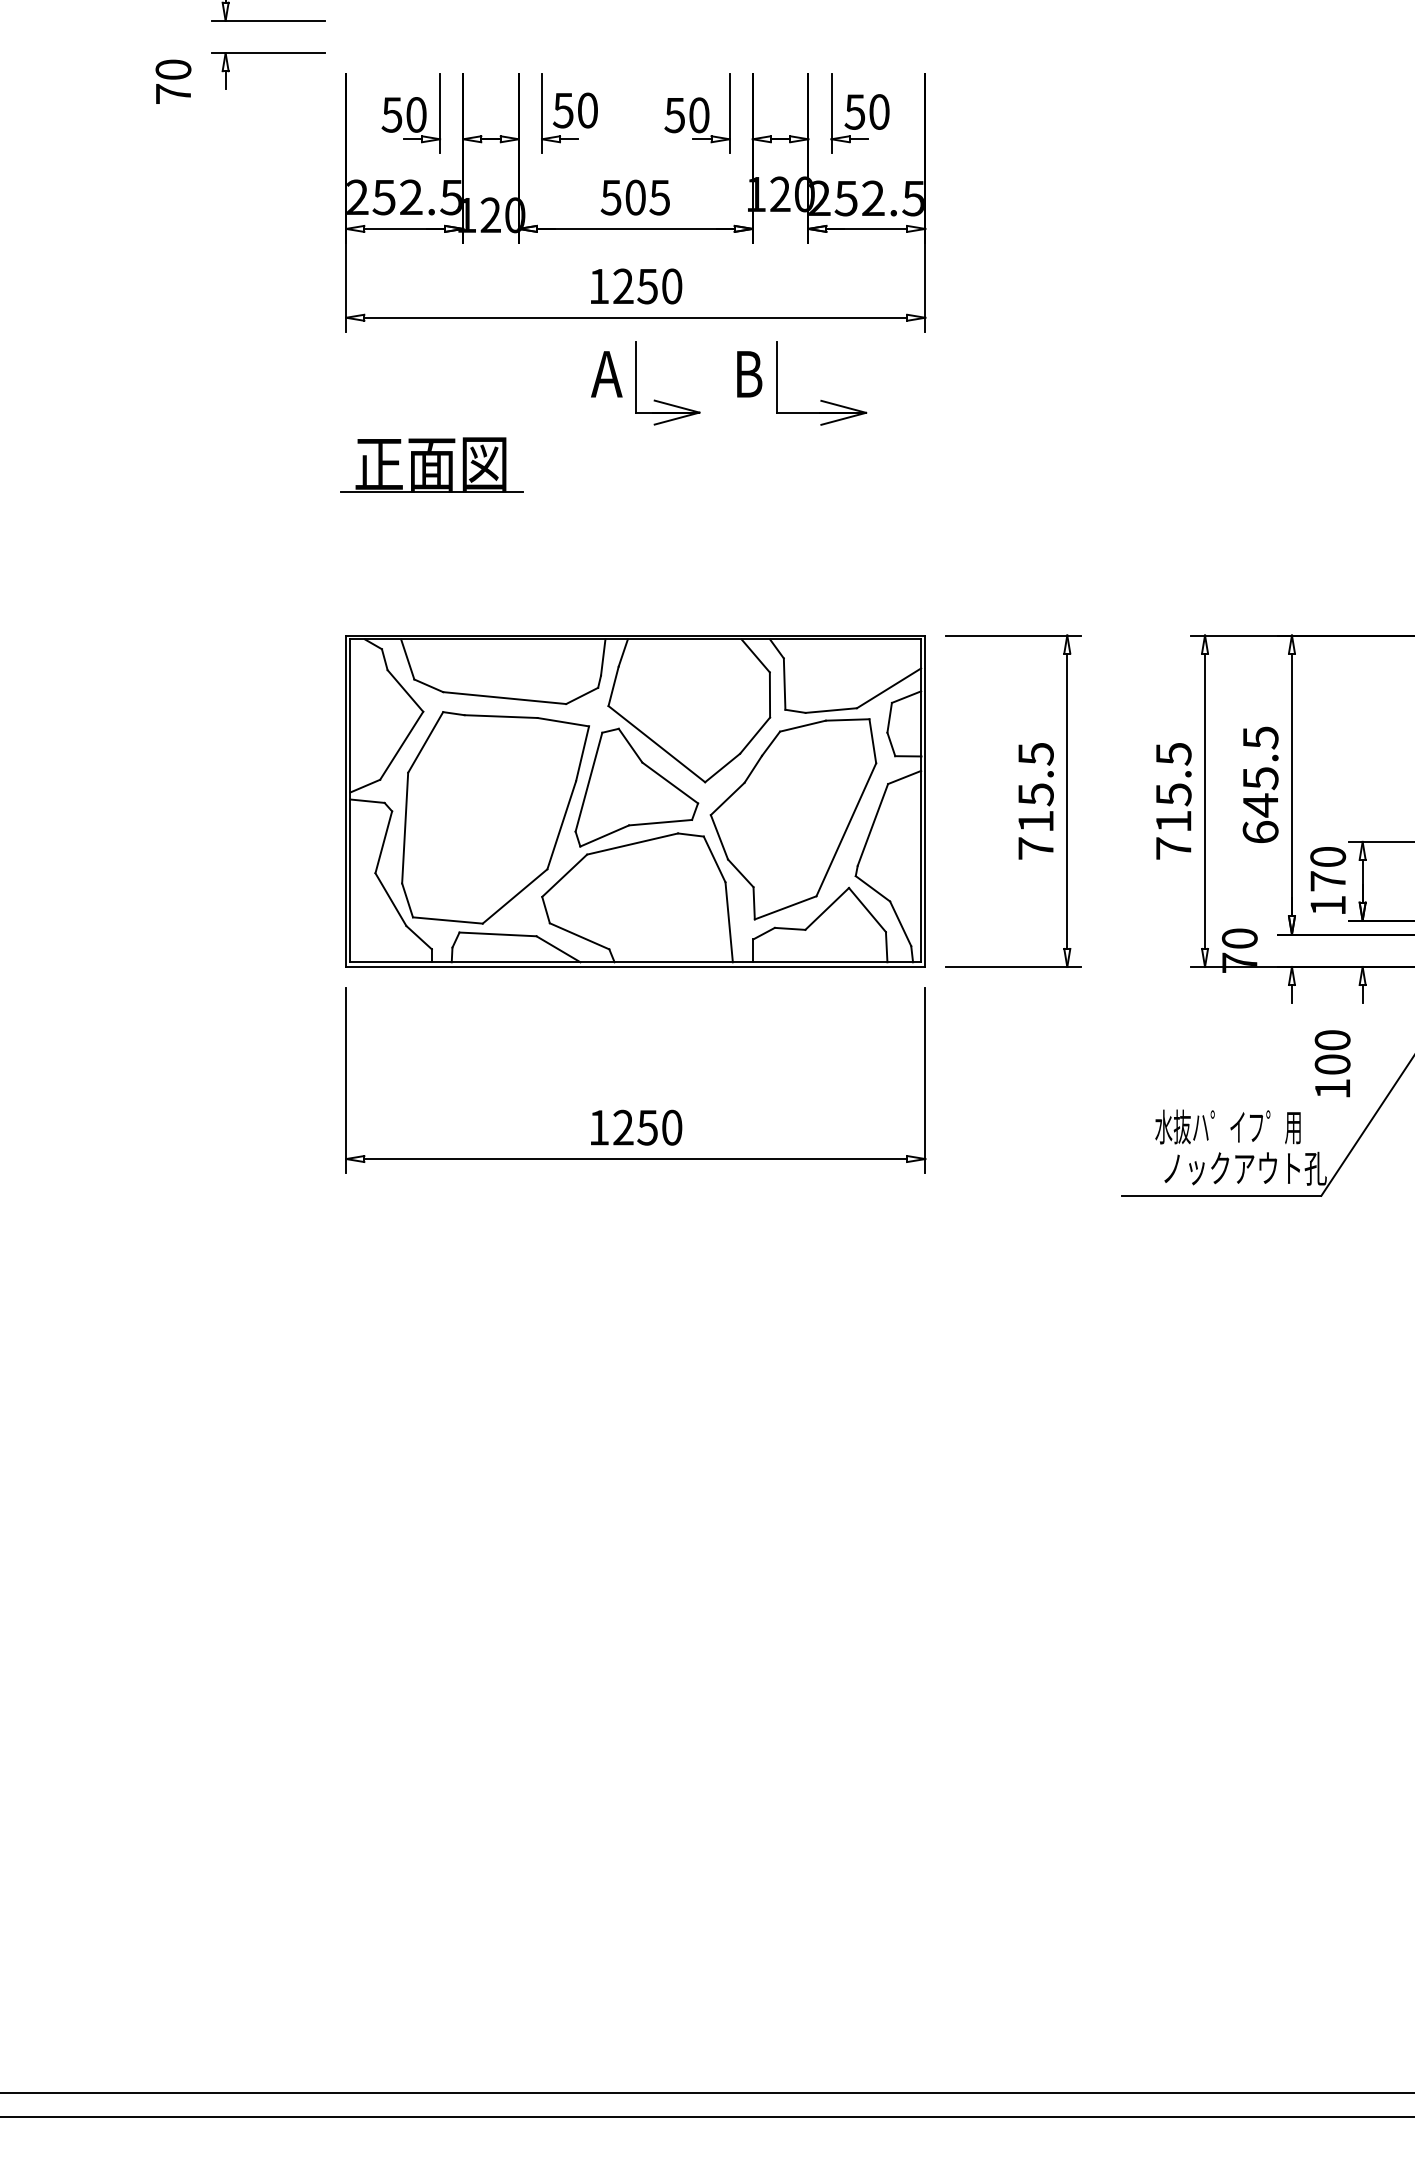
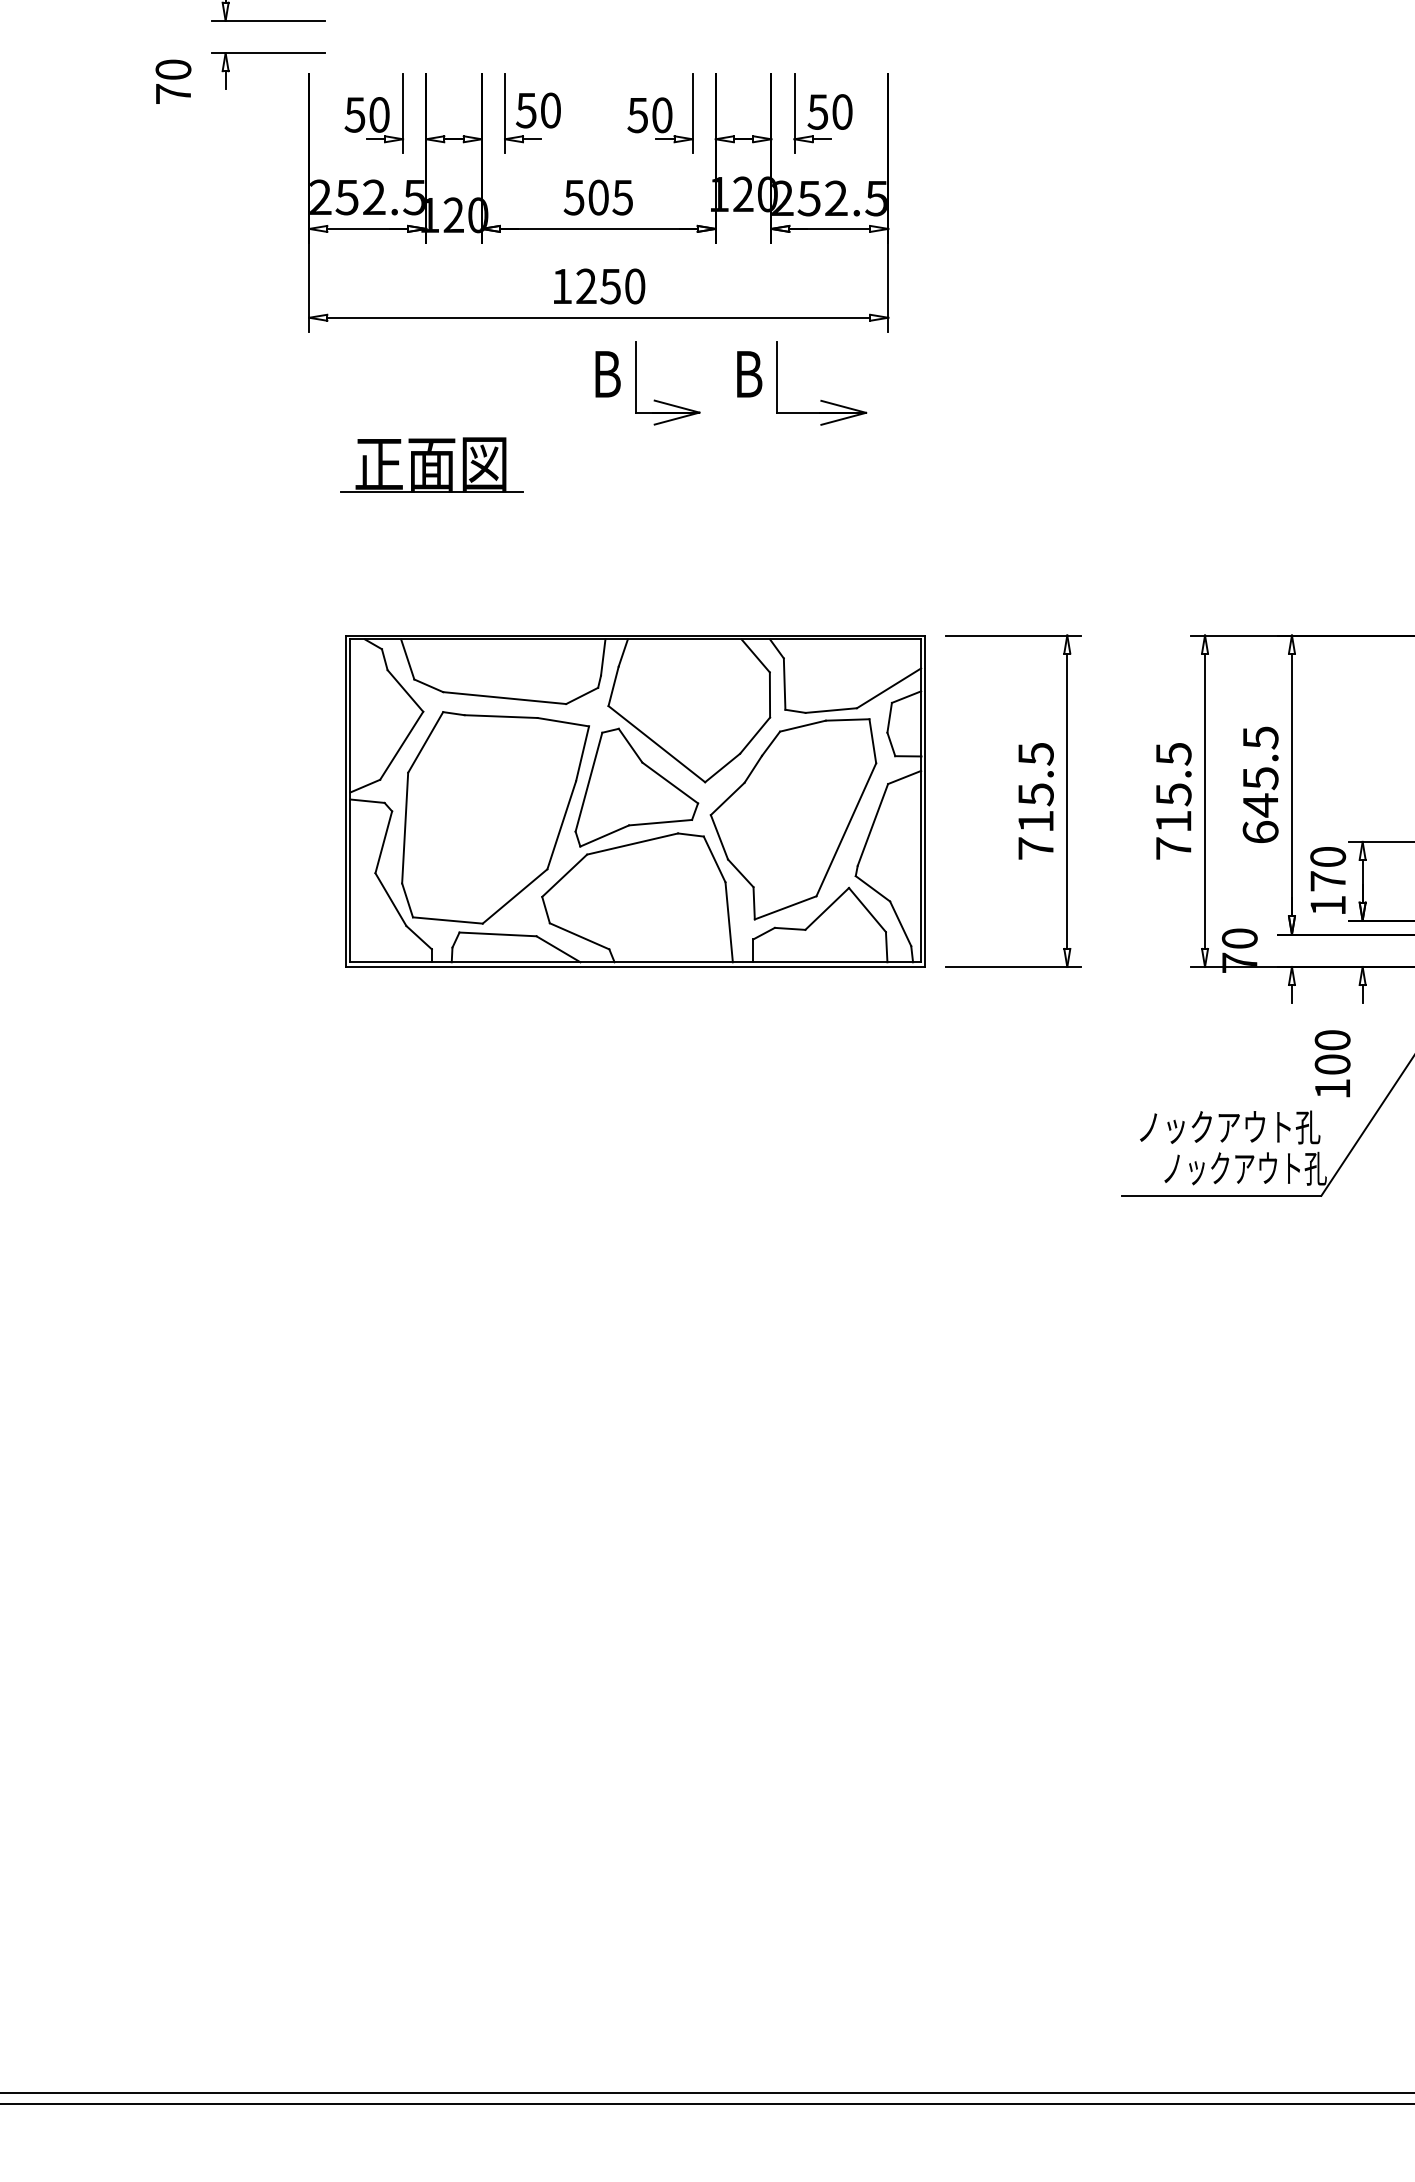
part at (635, 202) position: (635, 202) -> (598, 202)
text at (606, 374): A -> B
part at (640, 1110): present -> none
text at (1230, 1126): 水抜ハ゜イフ゜用 -> ノックアウト孔
line at (706, 2116) position: (706, 2116) -> (706, 2103)
